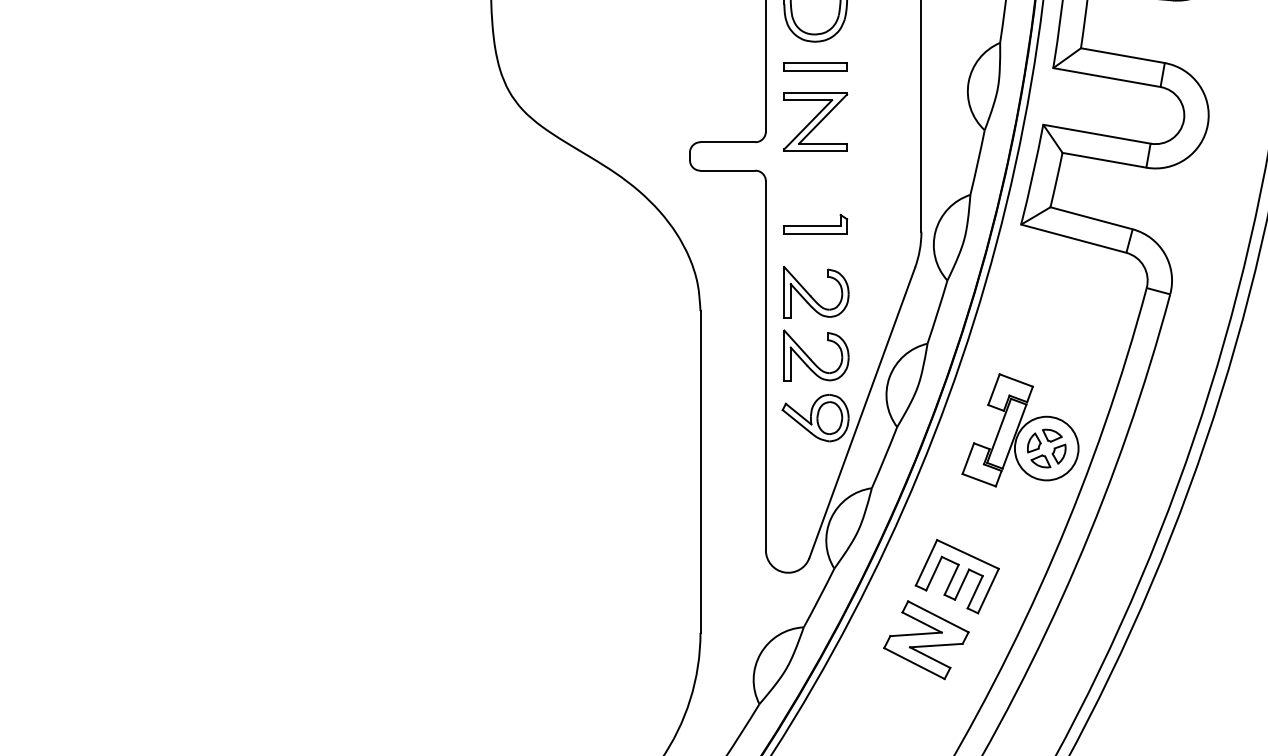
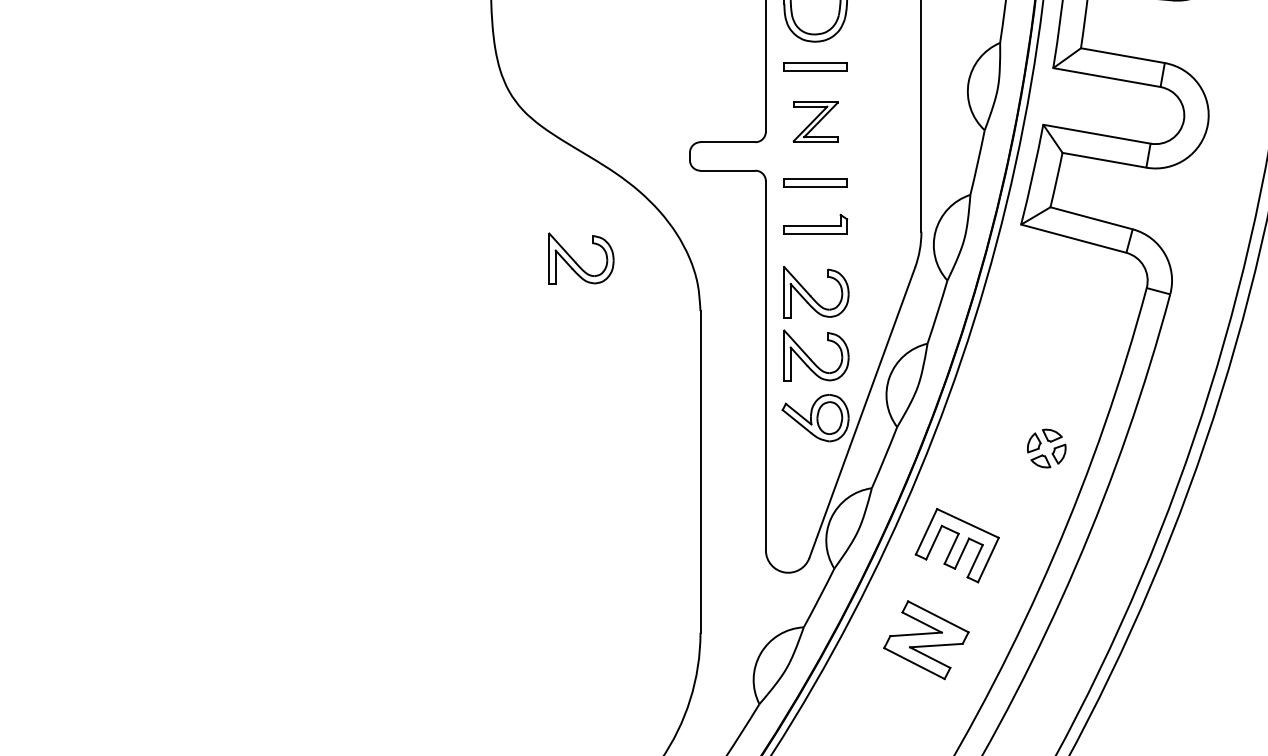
part at (815, 121) size: 66x60 px -> 47x42 px
part at (815, 182): none -> present
part at (581, 258): none -> present
part at (1020, 430): present -> none
part at (956, 576) position: (956, 576) -> (956, 545)
